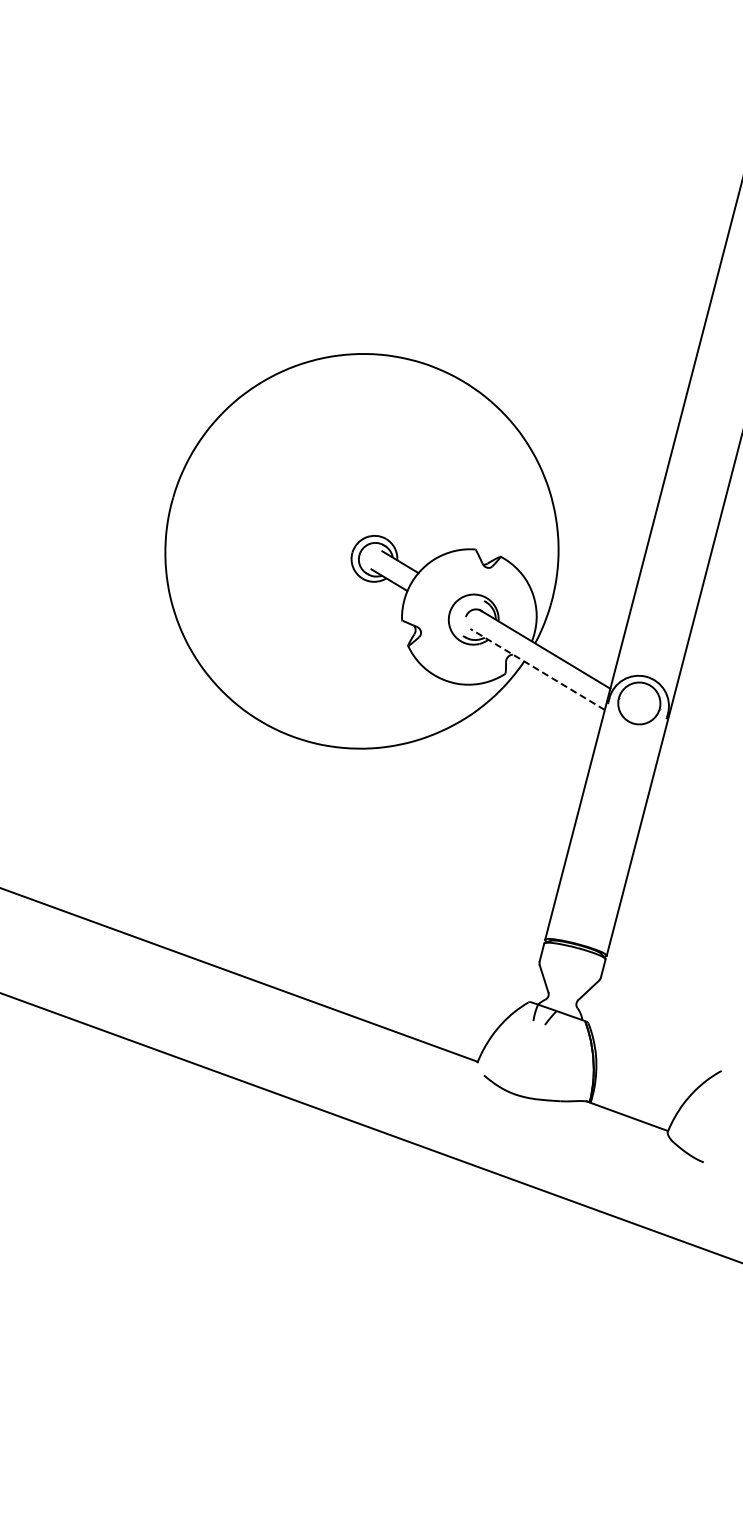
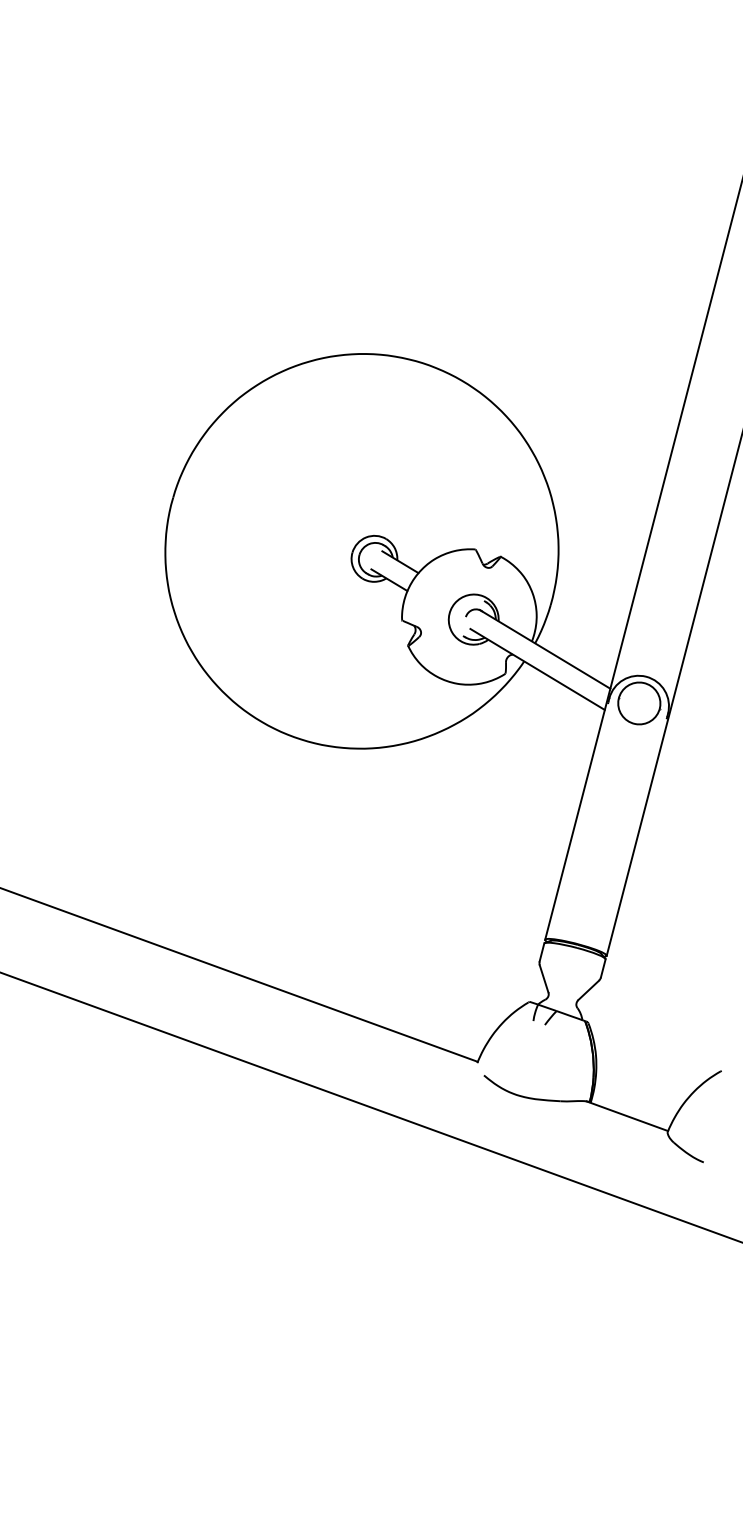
line at (537, 669): dashed -> solid
line at (370, 1127) position: (370, 1127) -> (370, 1107)
